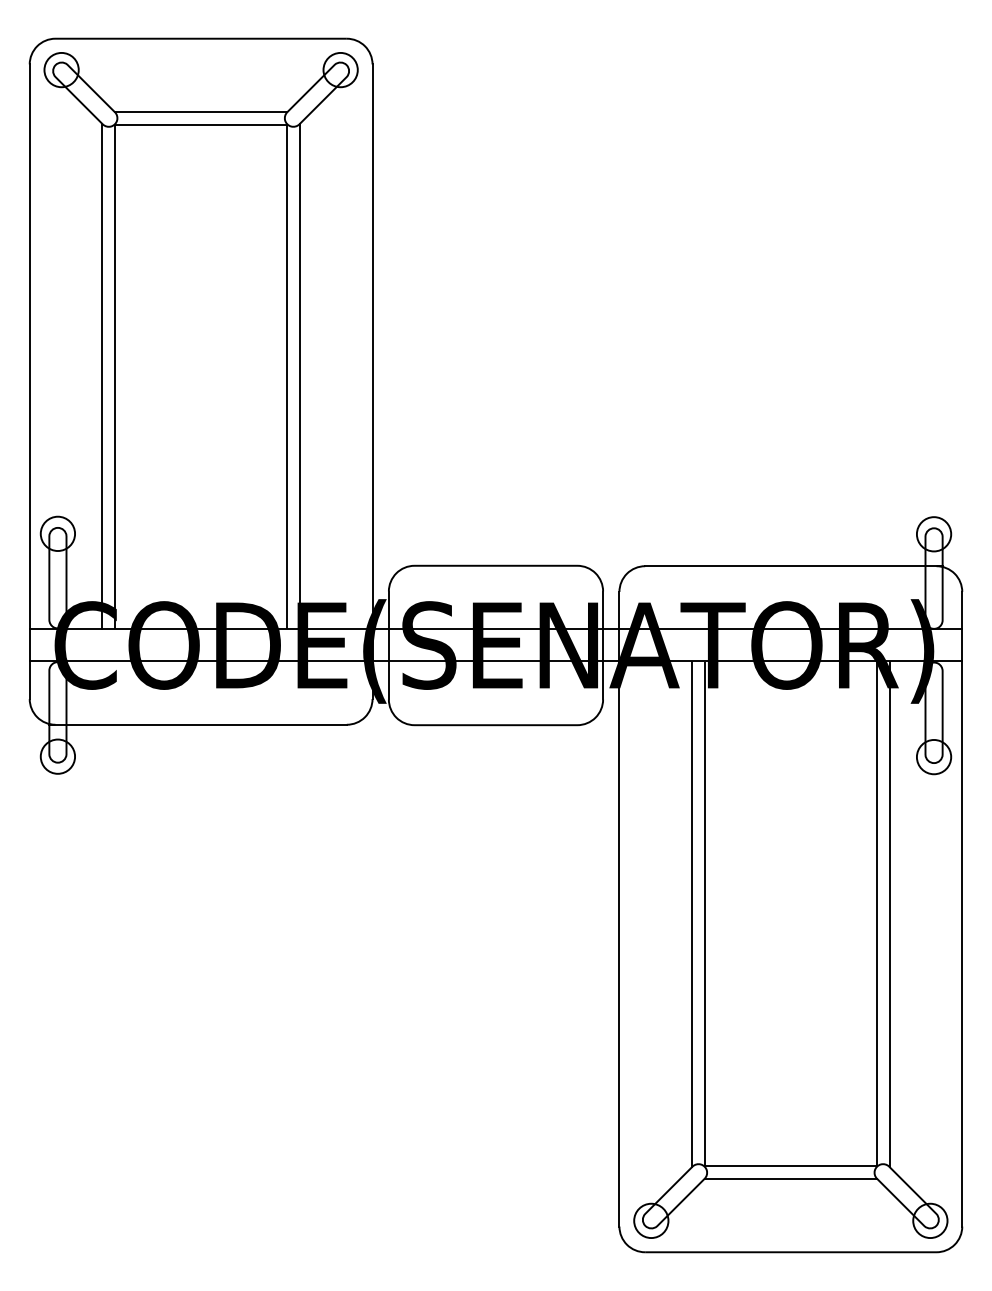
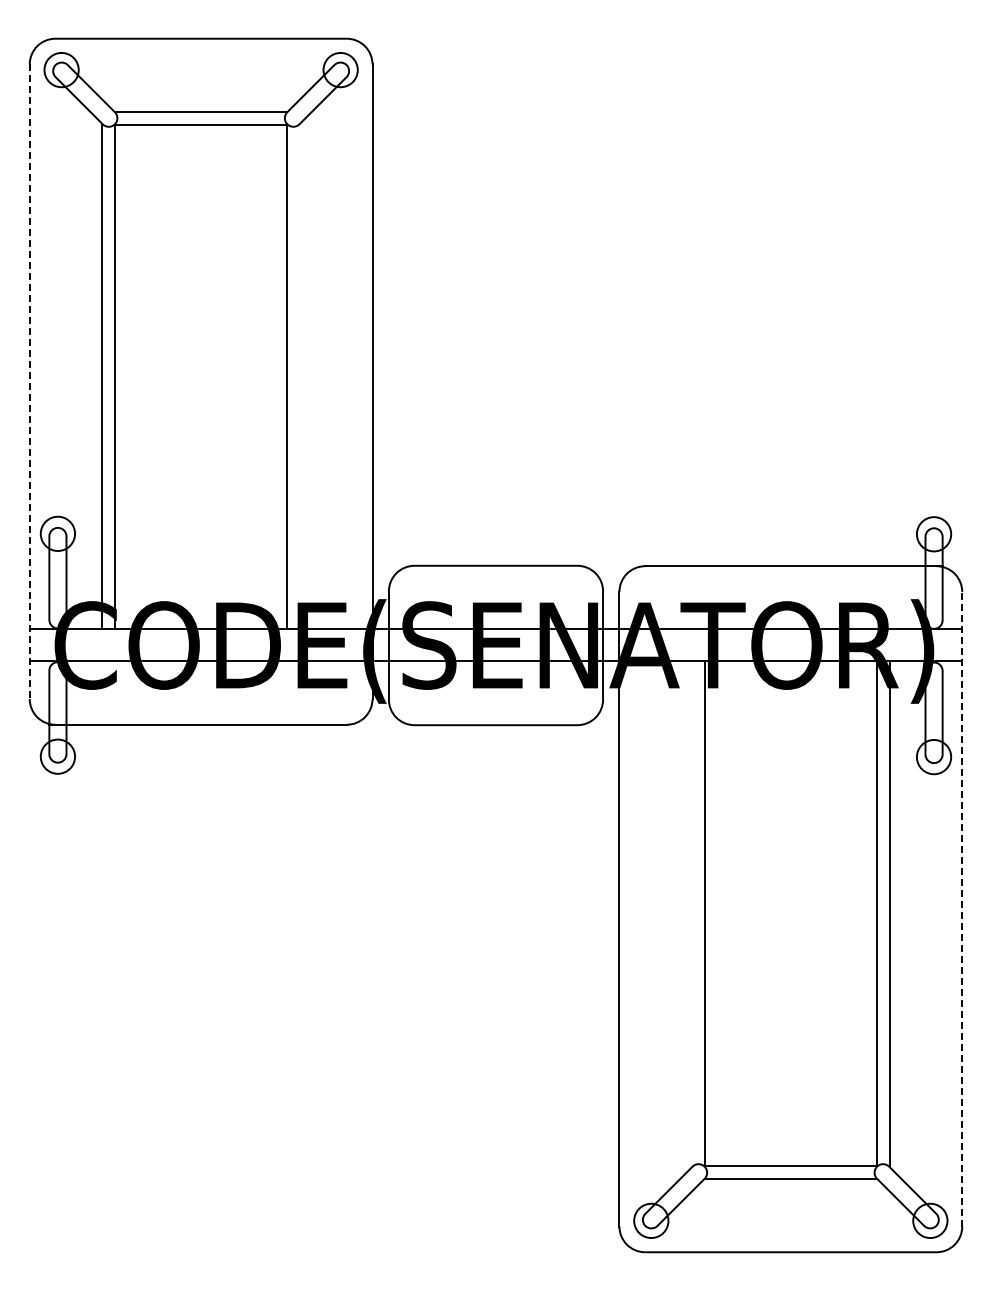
line at (300, 376): present -> none
line at (29, 382): solid -> dashed
line at (962, 908): solid -> dashed
line at (691, 914): present -> none
